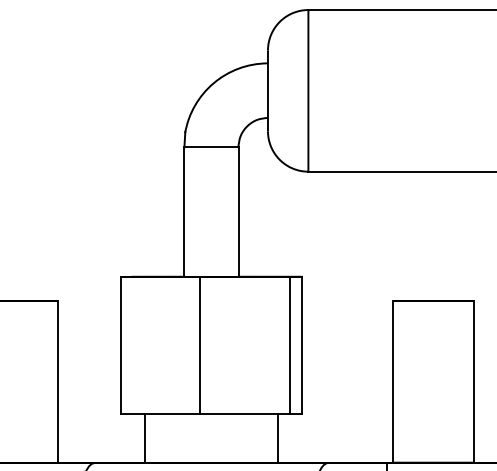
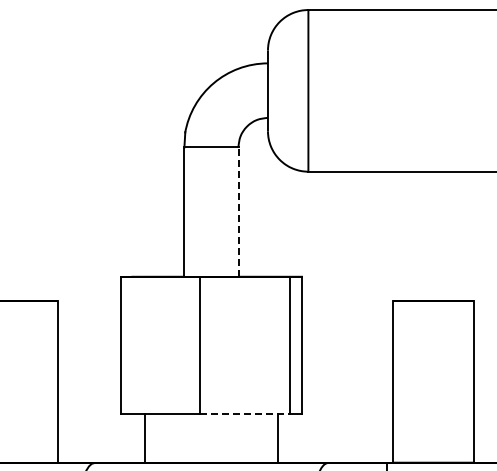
line at (238, 212): solid -> dashed
line at (245, 414): solid -> dashed
